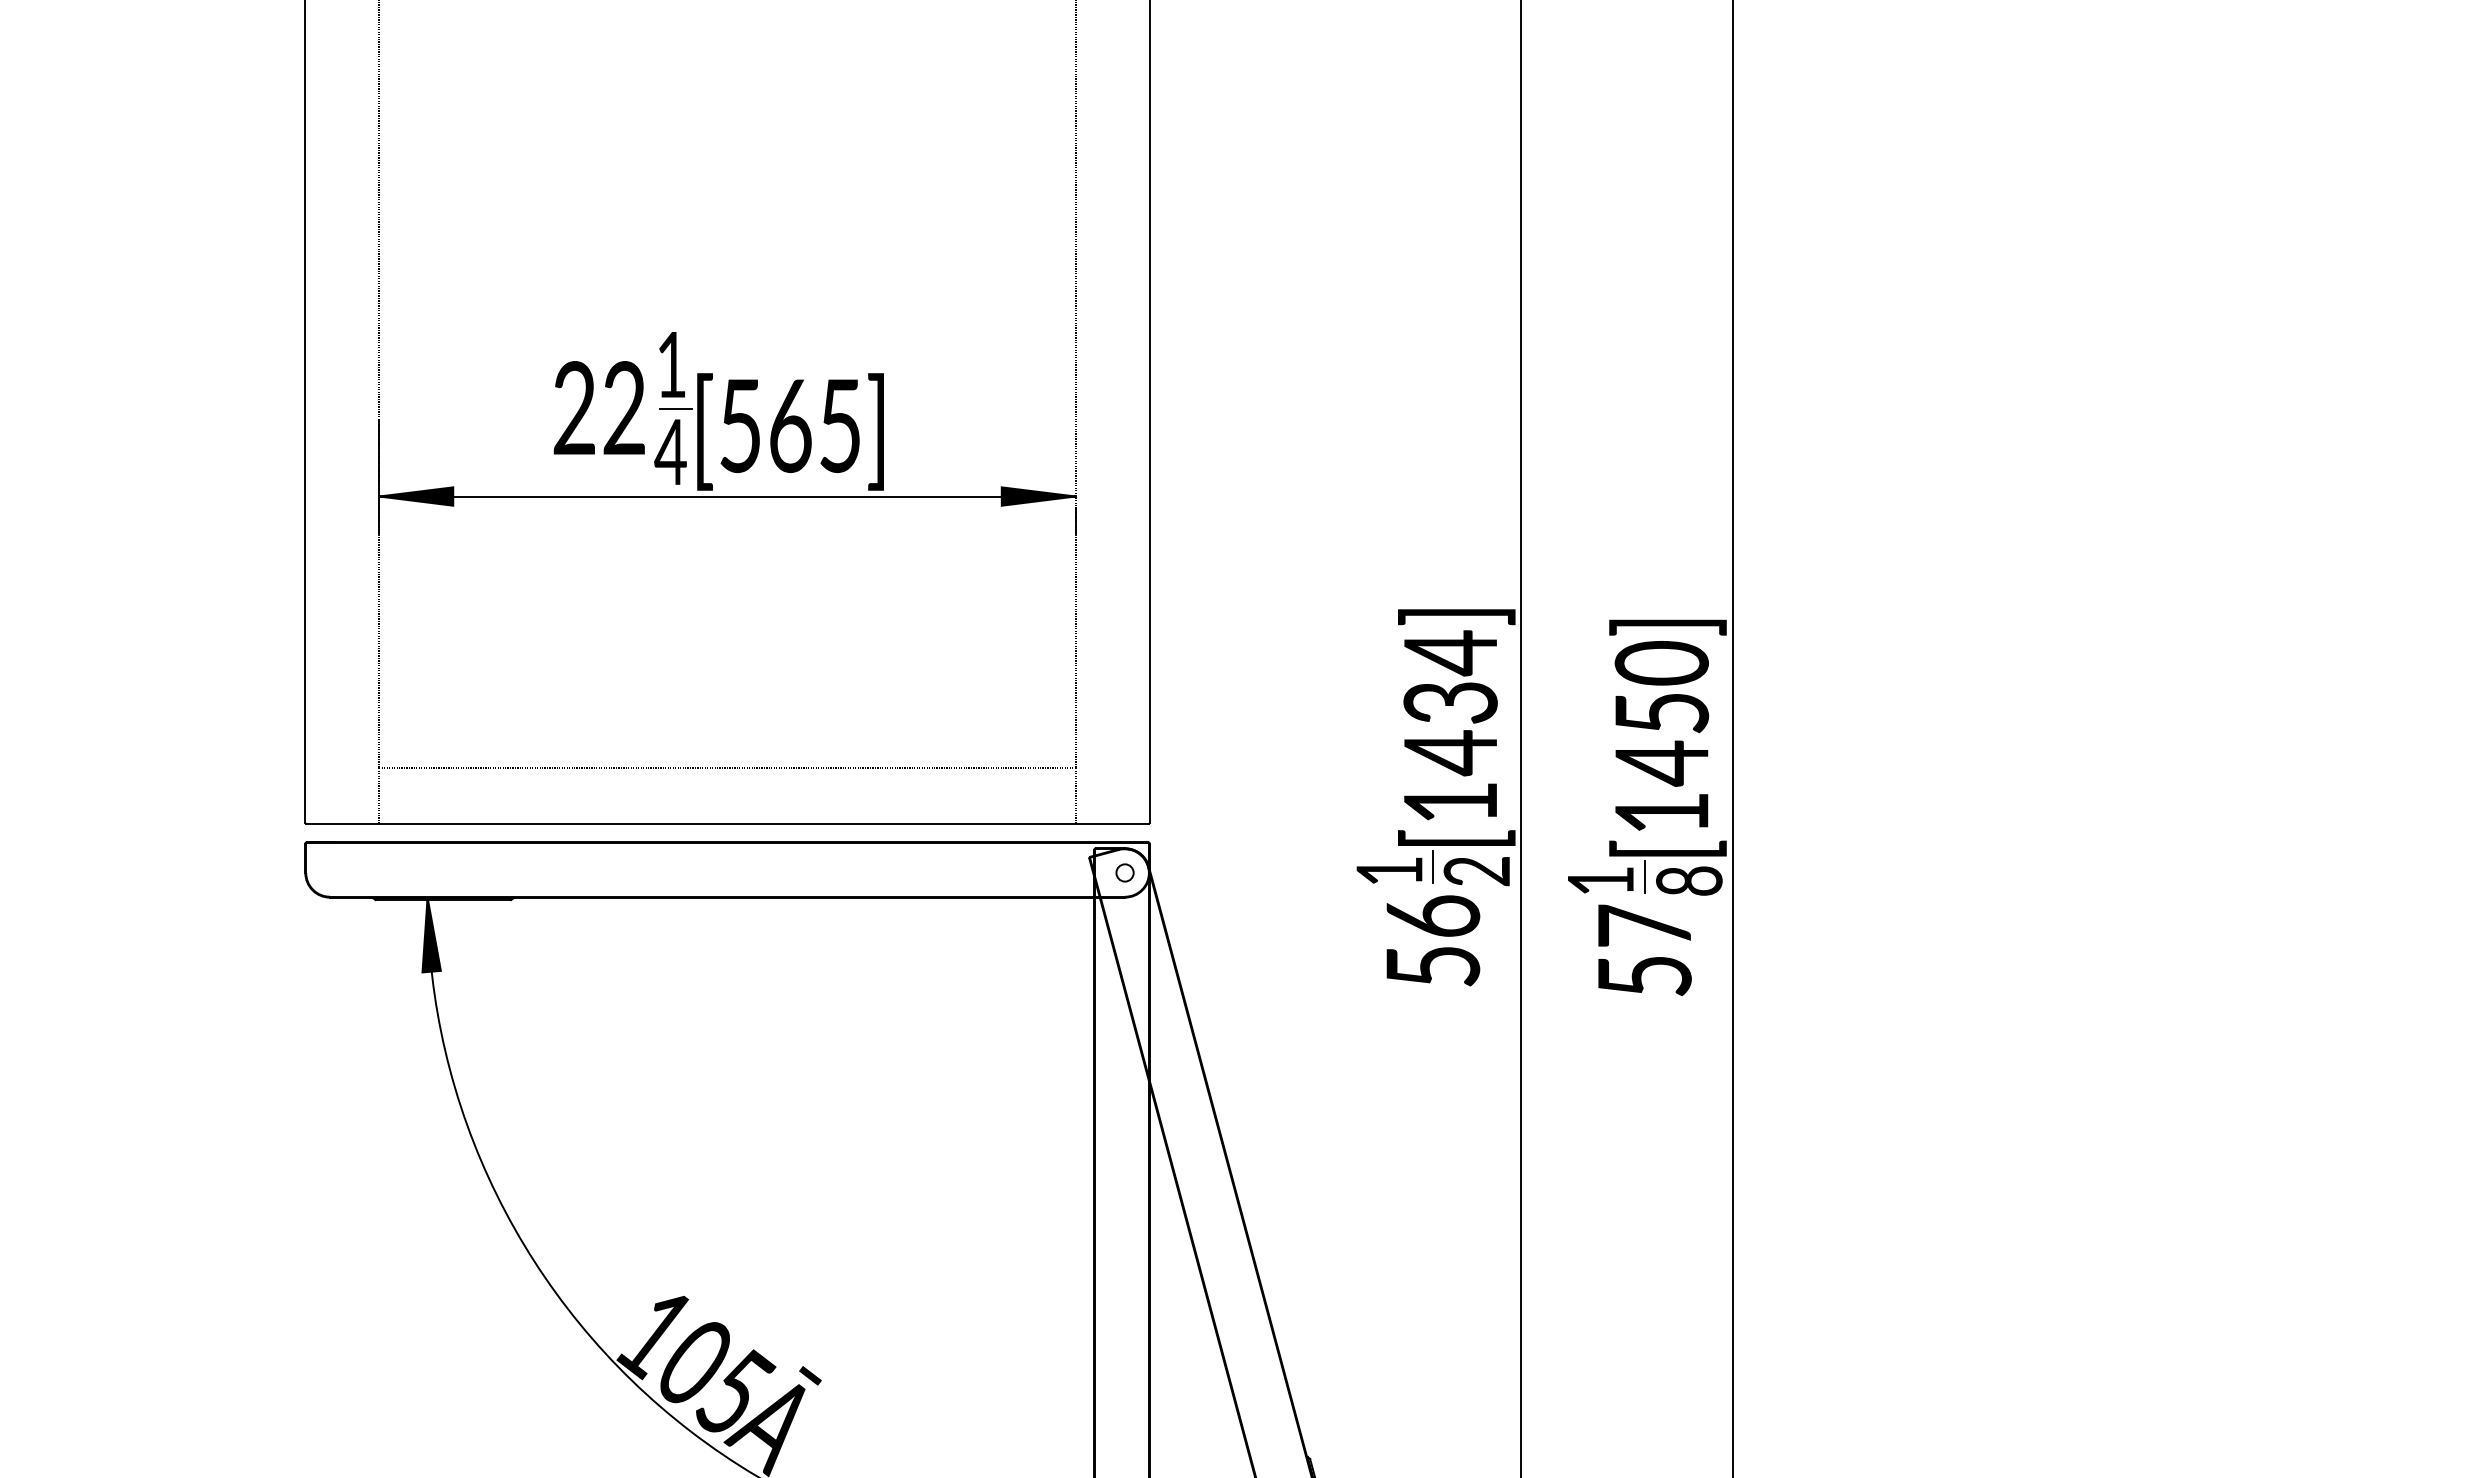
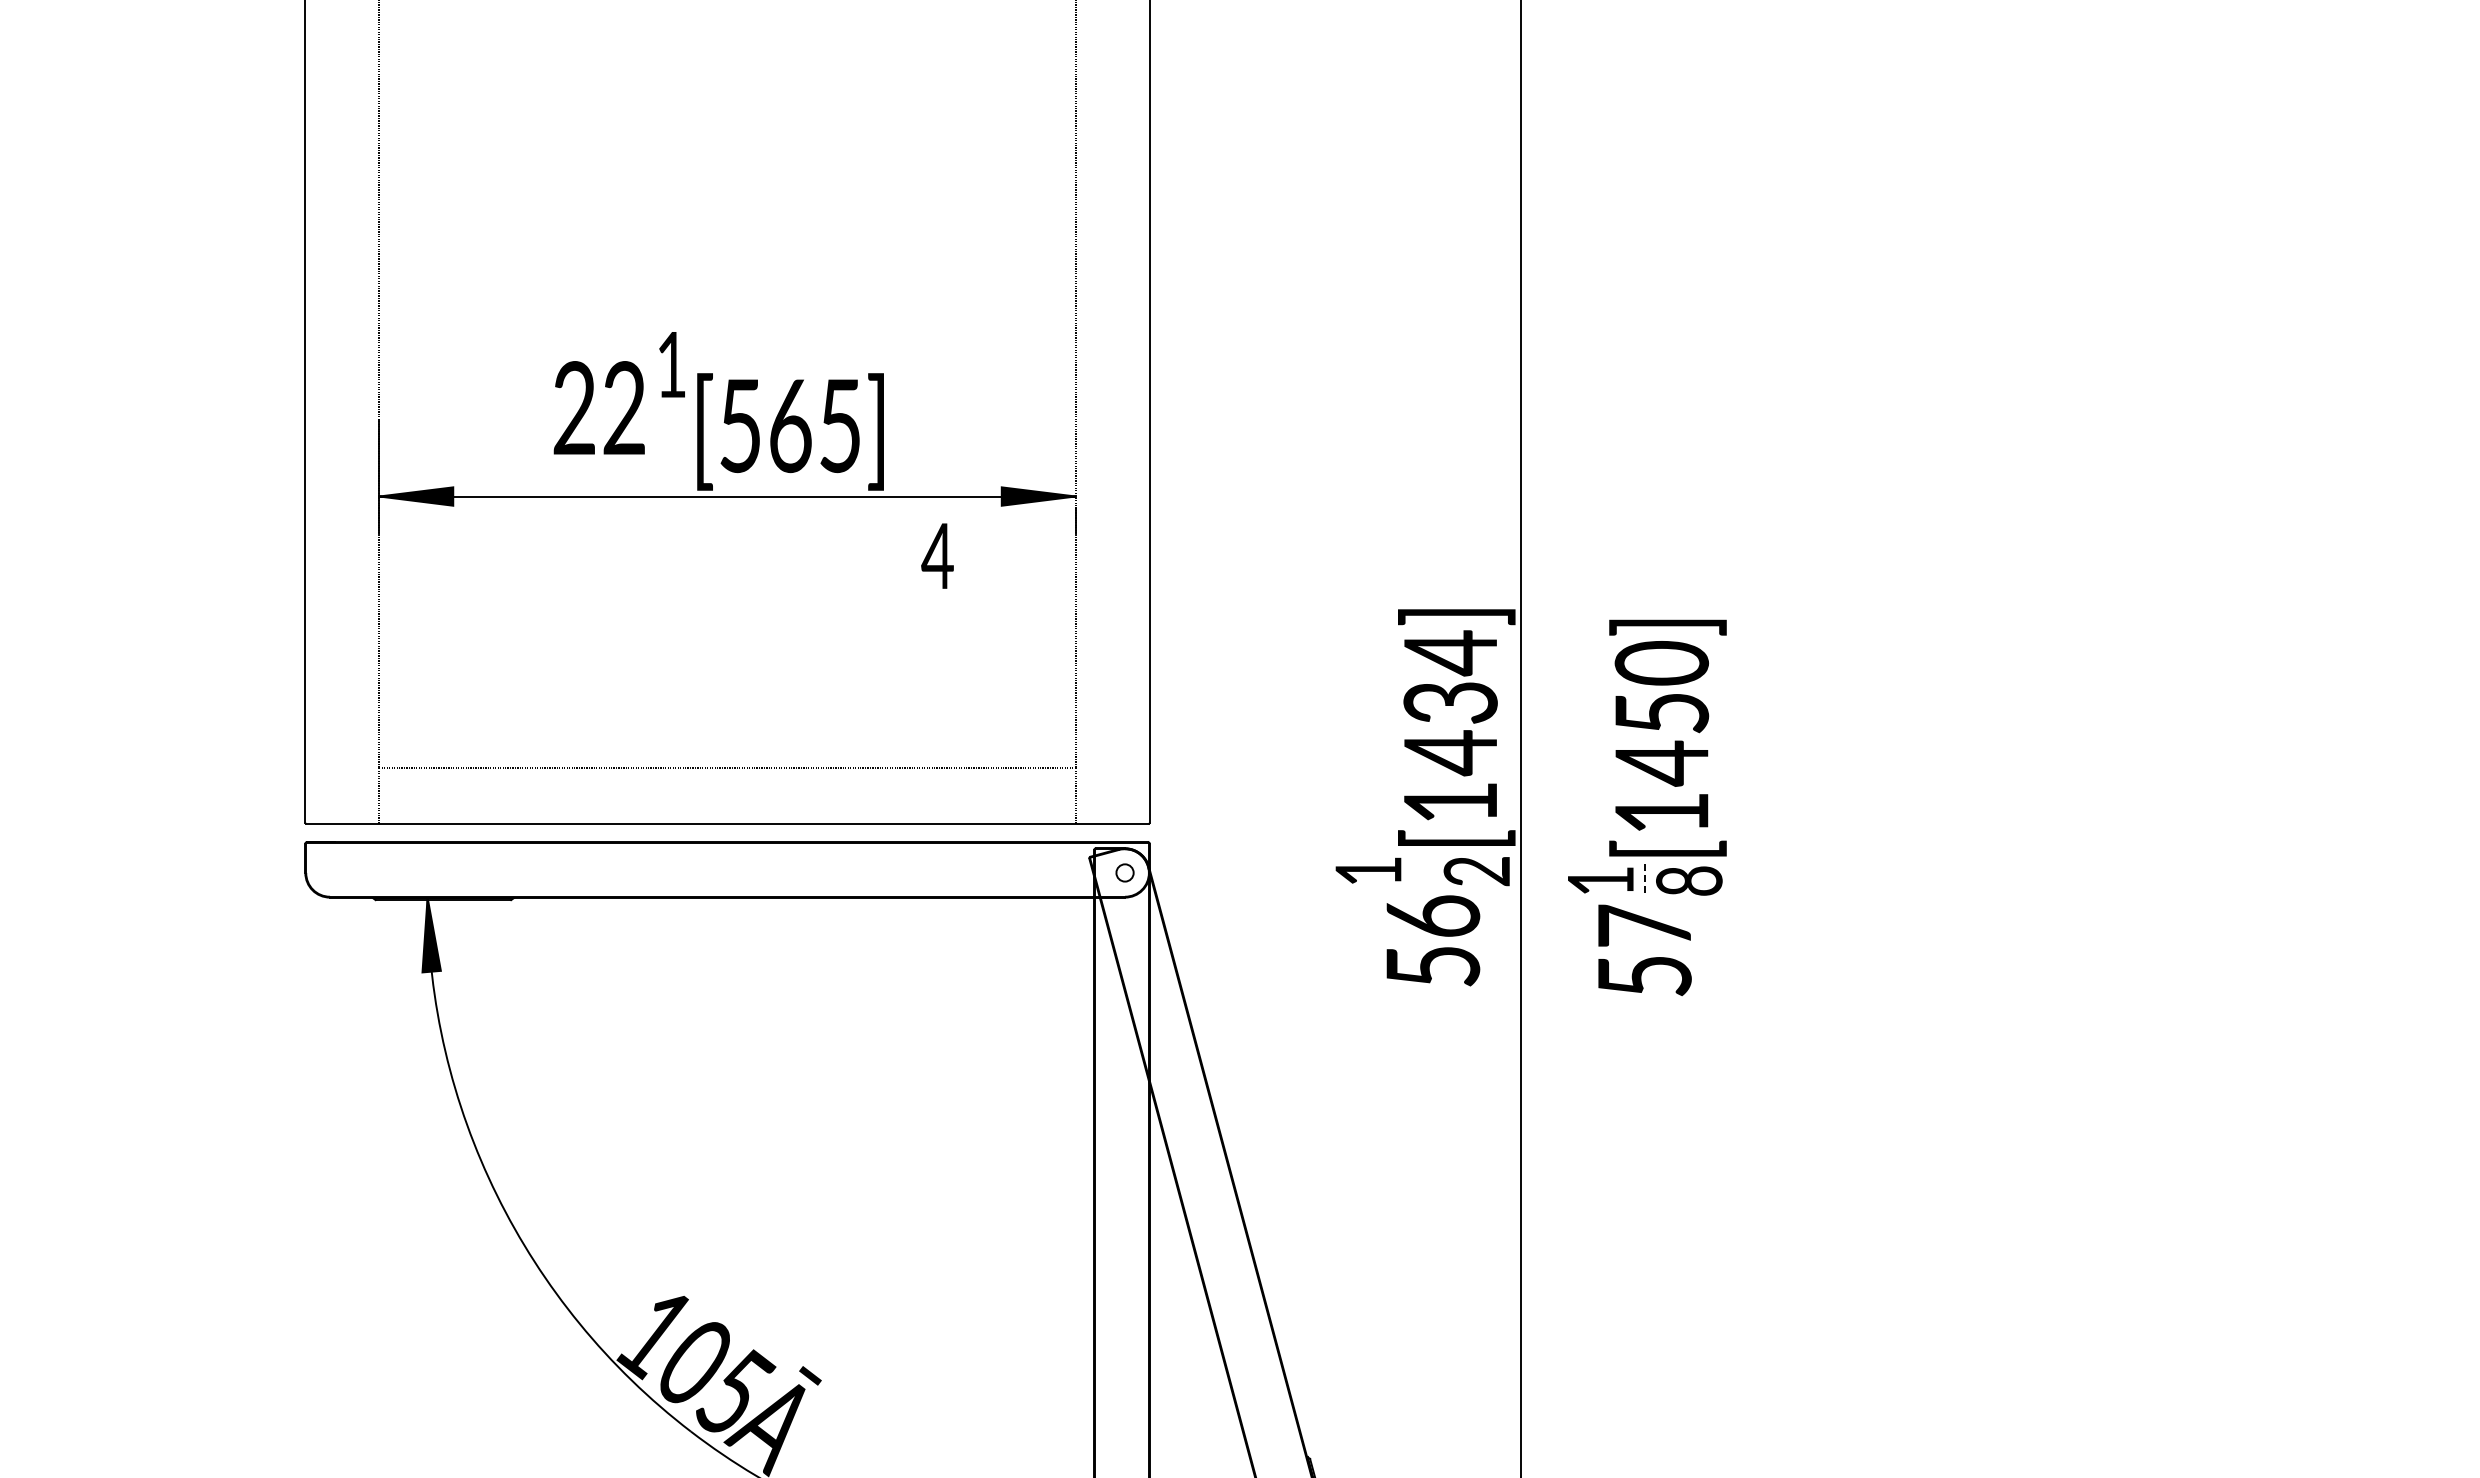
line at (675, 408): present -> none
text at (670, 451) position: (670, 451) -> (937, 555)
line at (1733, 738): present -> none
line at (1433, 866): present -> none
text at (1389, 870) position: (1389, 870) -> (1368, 870)
line at (1644, 876): solid -> dashed
